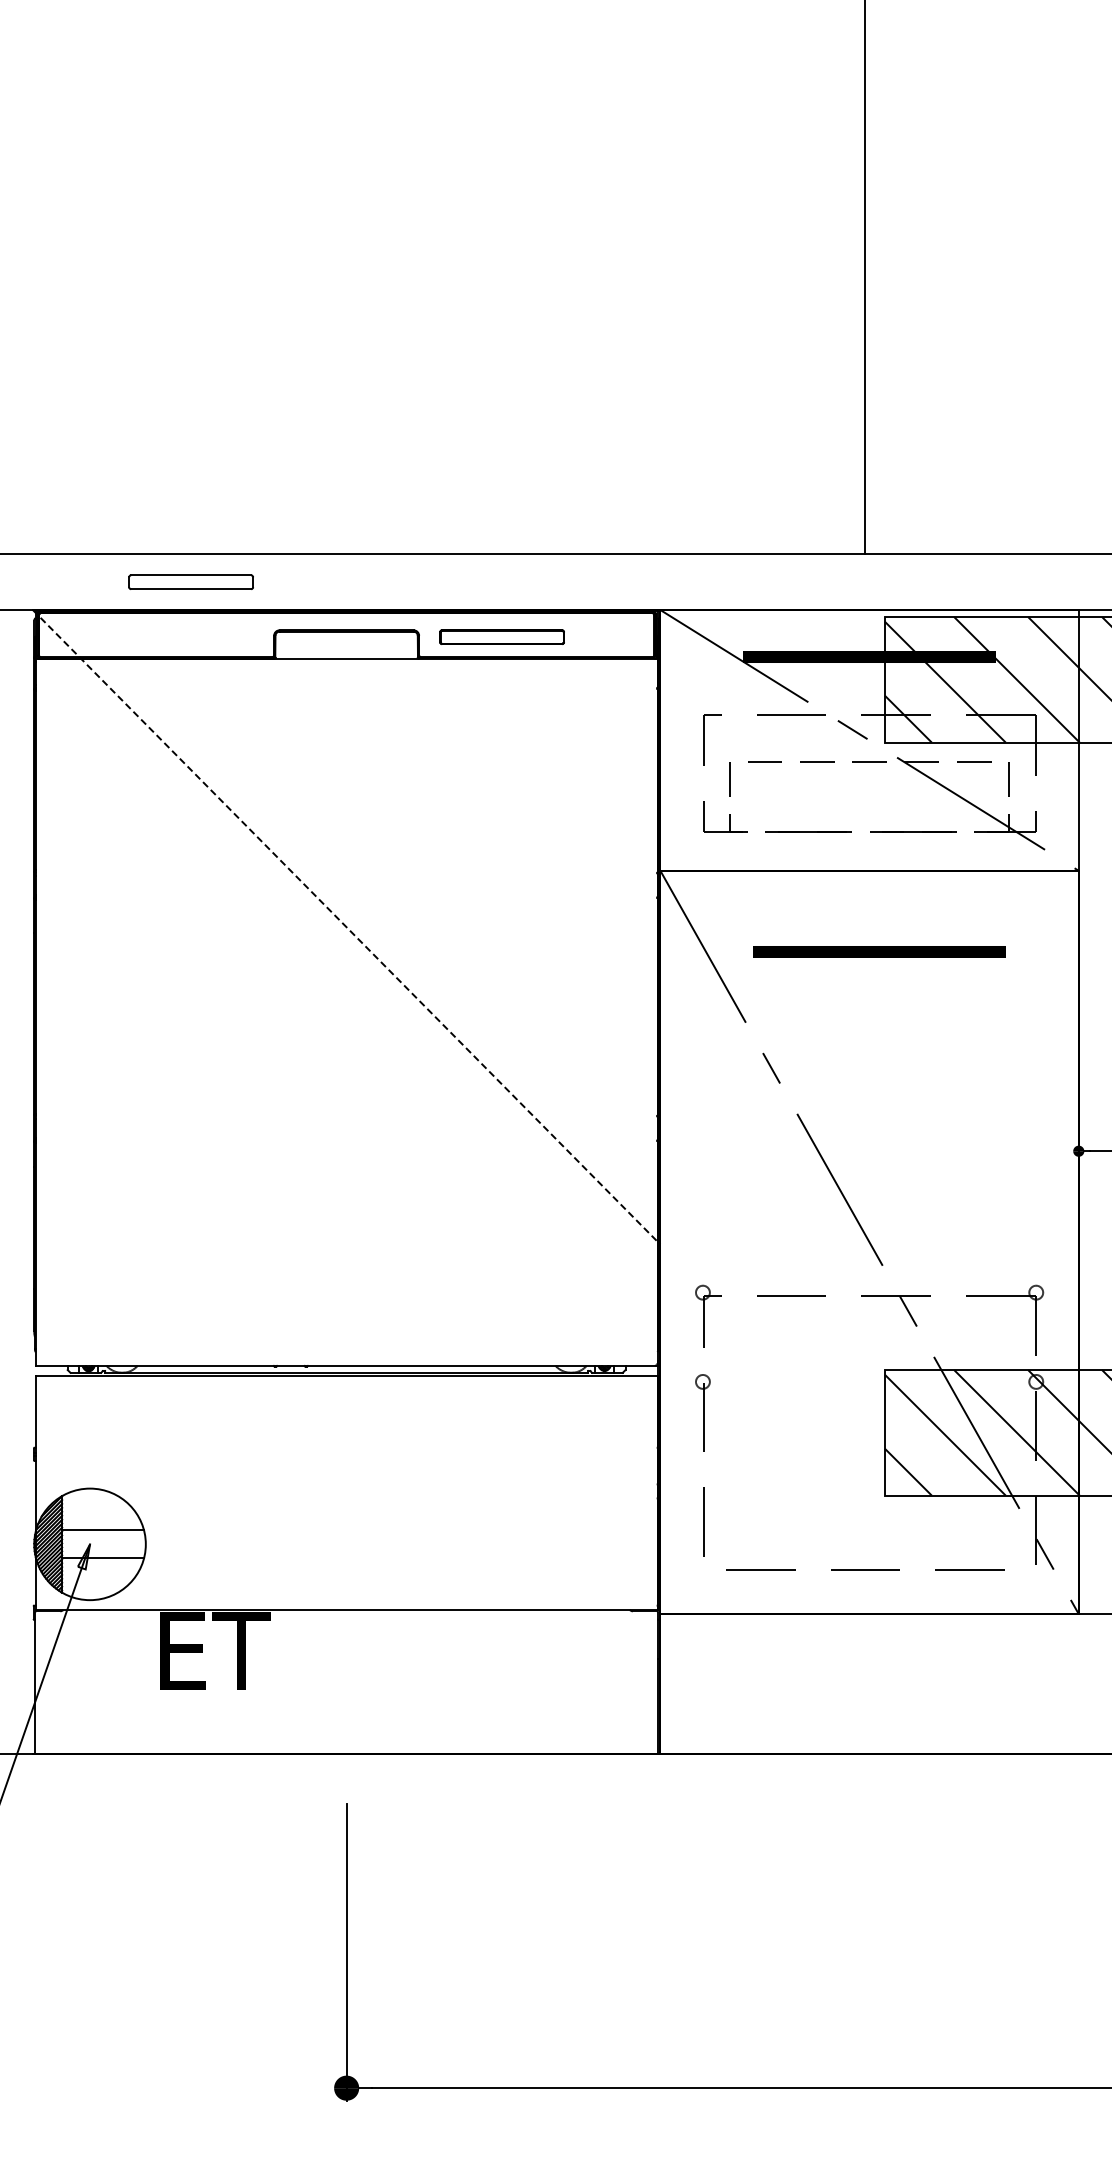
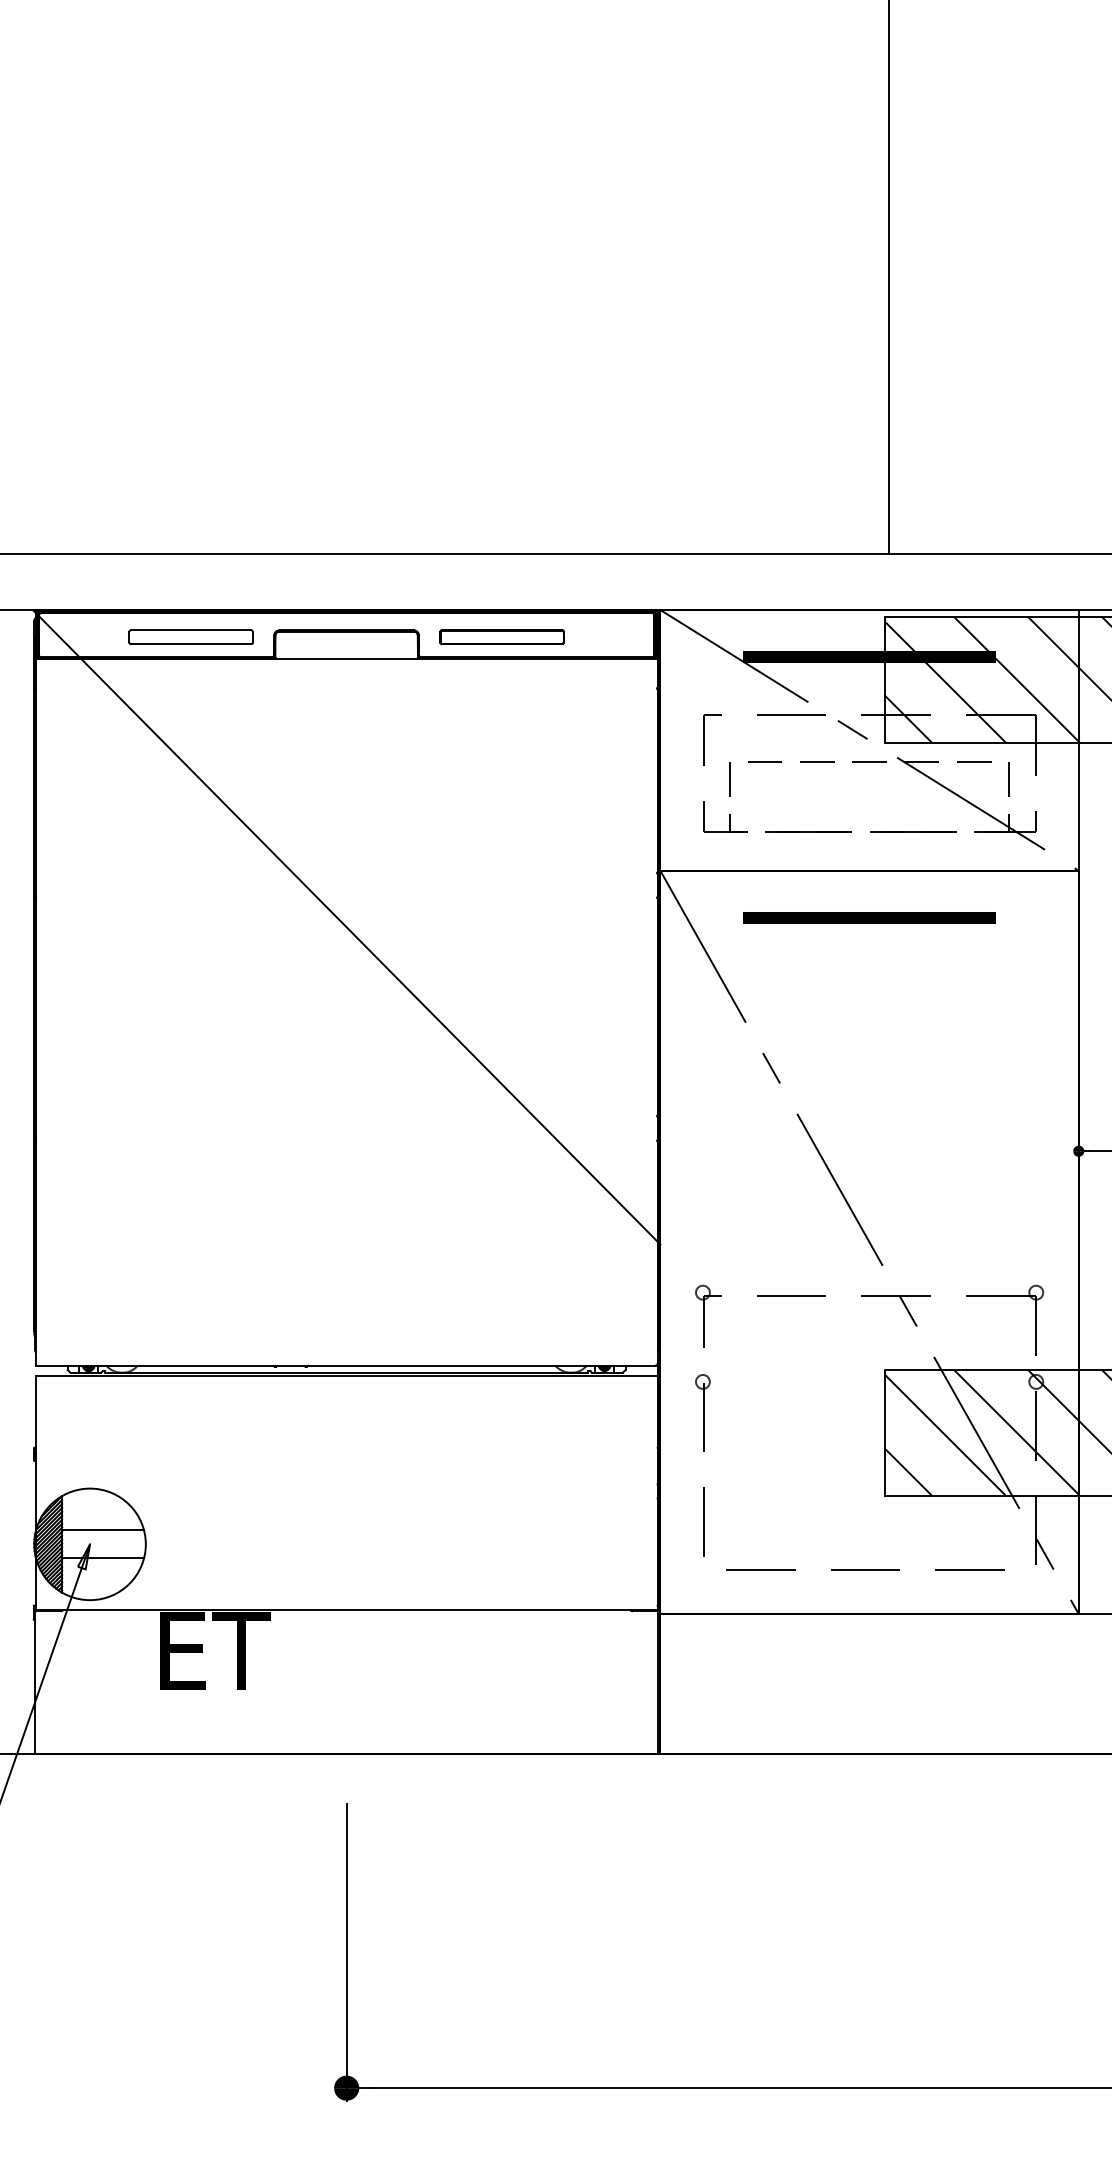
line at (865, 278) position: (865, 278) -> (889, 278)
part at (190, 581) position: (190, 581) -> (190, 636)
line at (347, 927): dashed -> solid
part at (879, 951) position: (879, 951) -> (869, 917)
